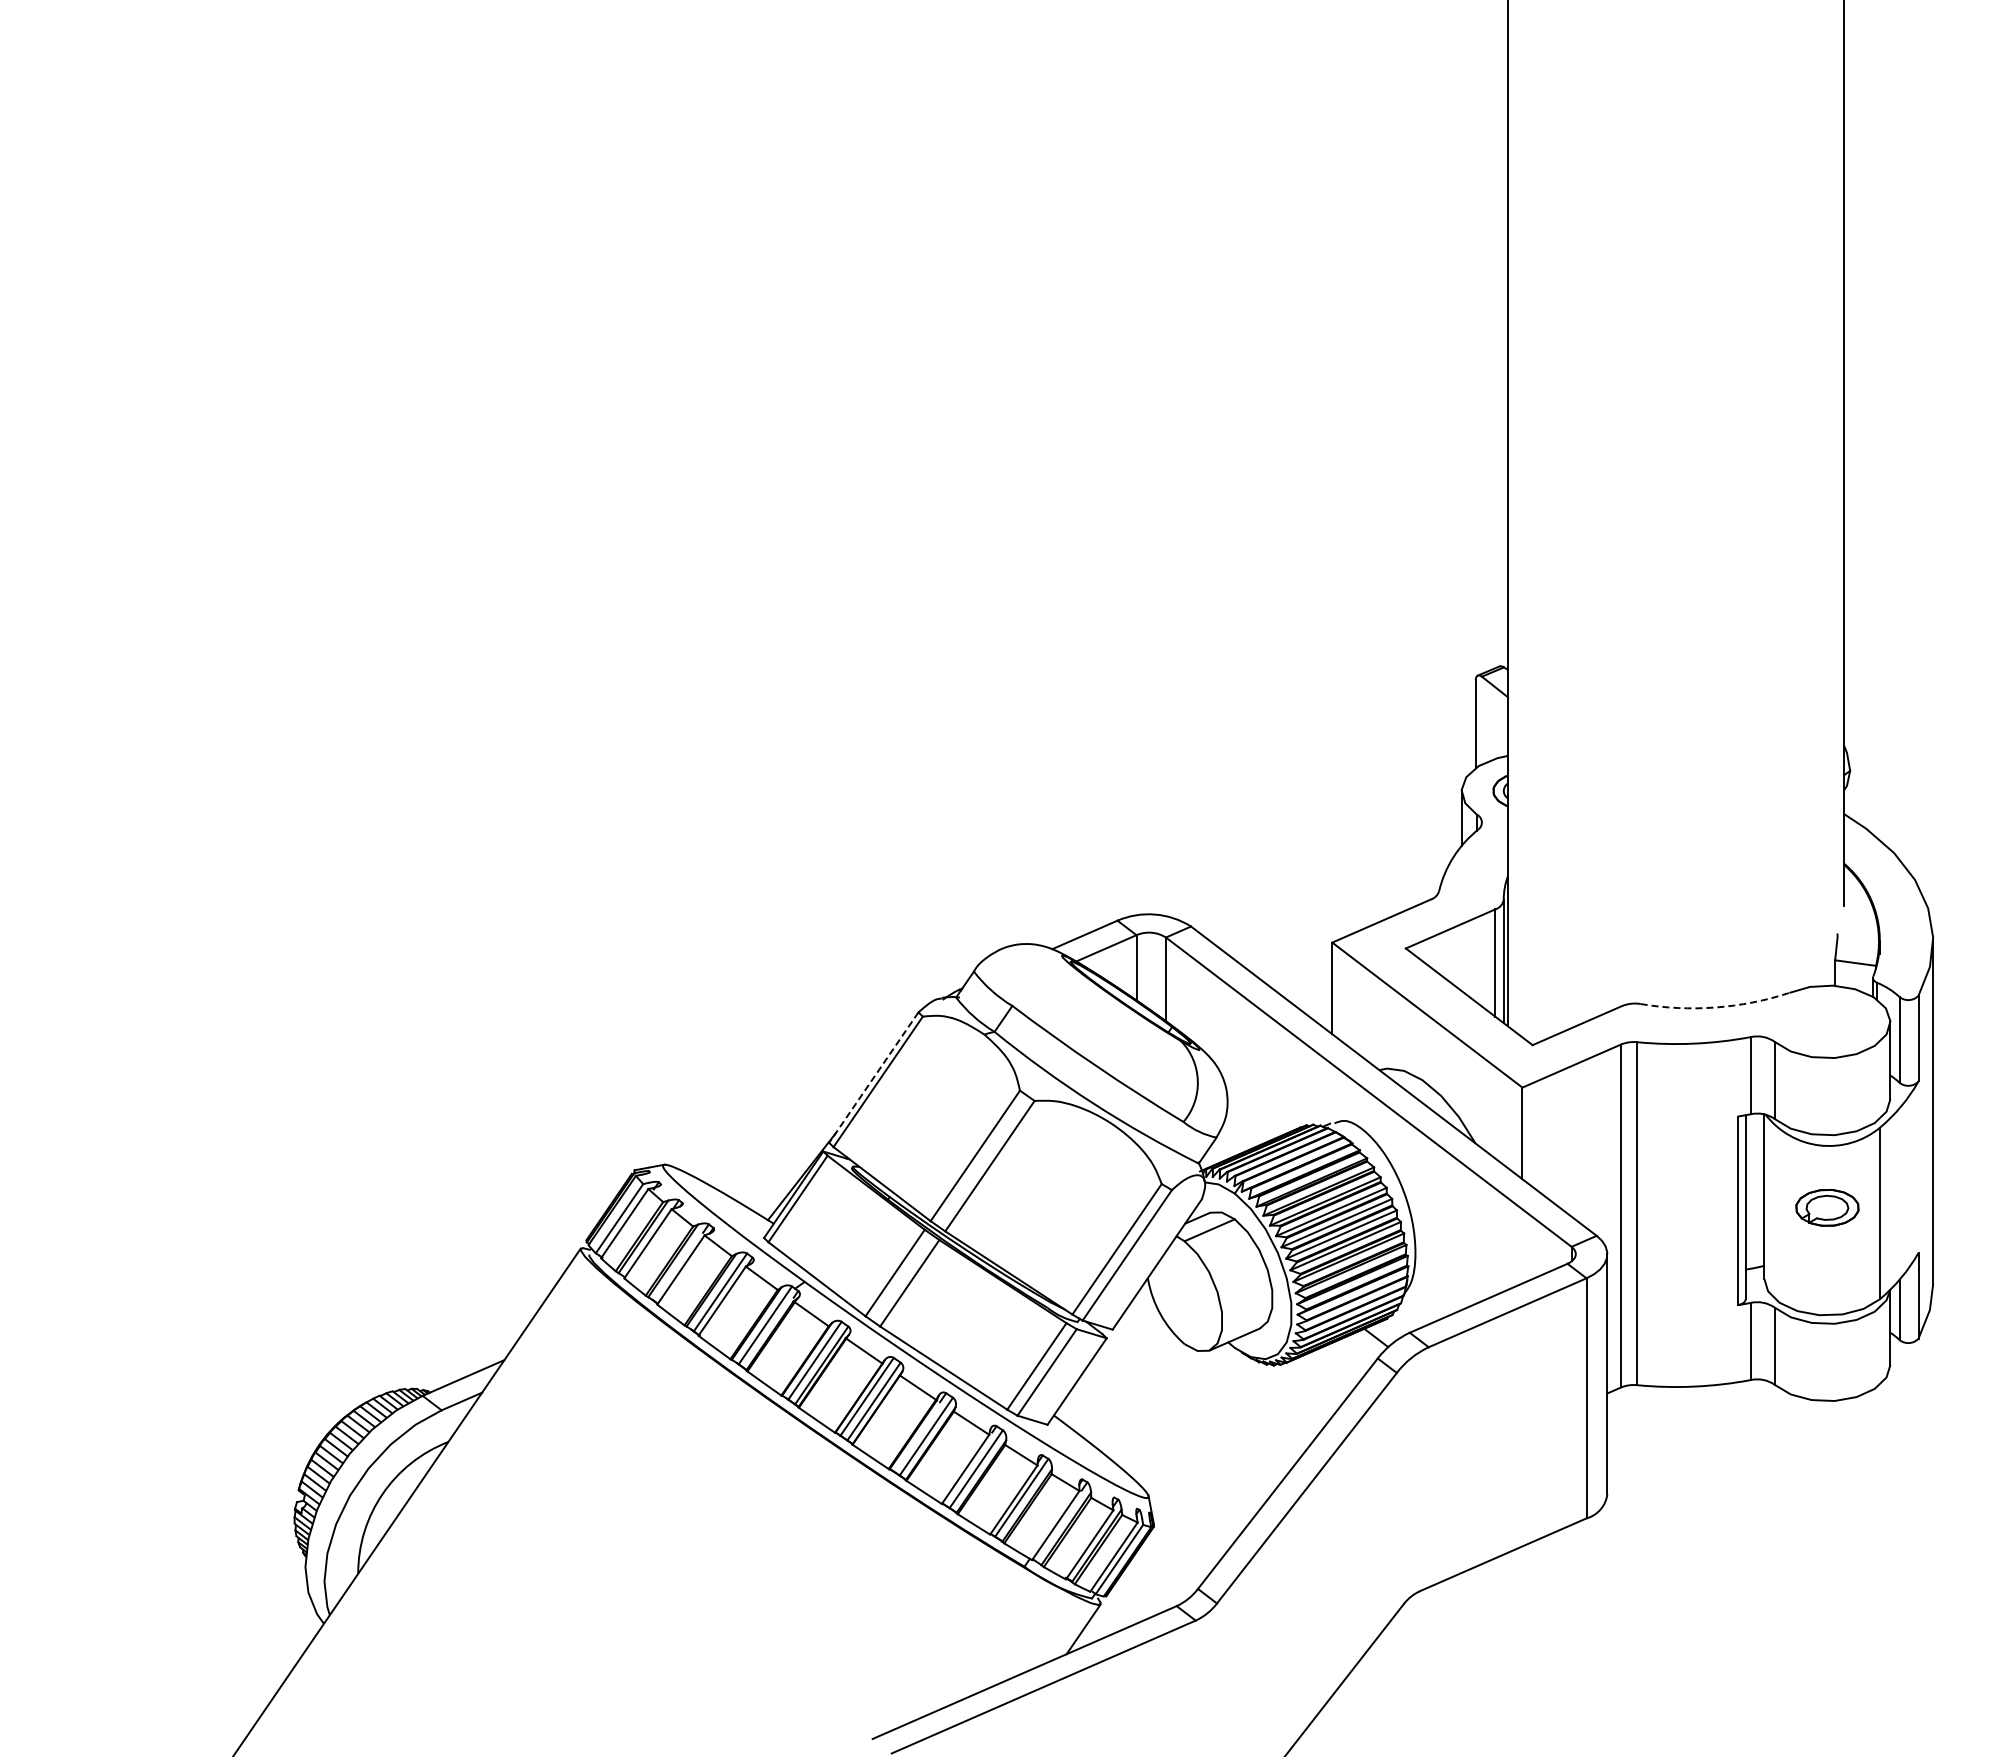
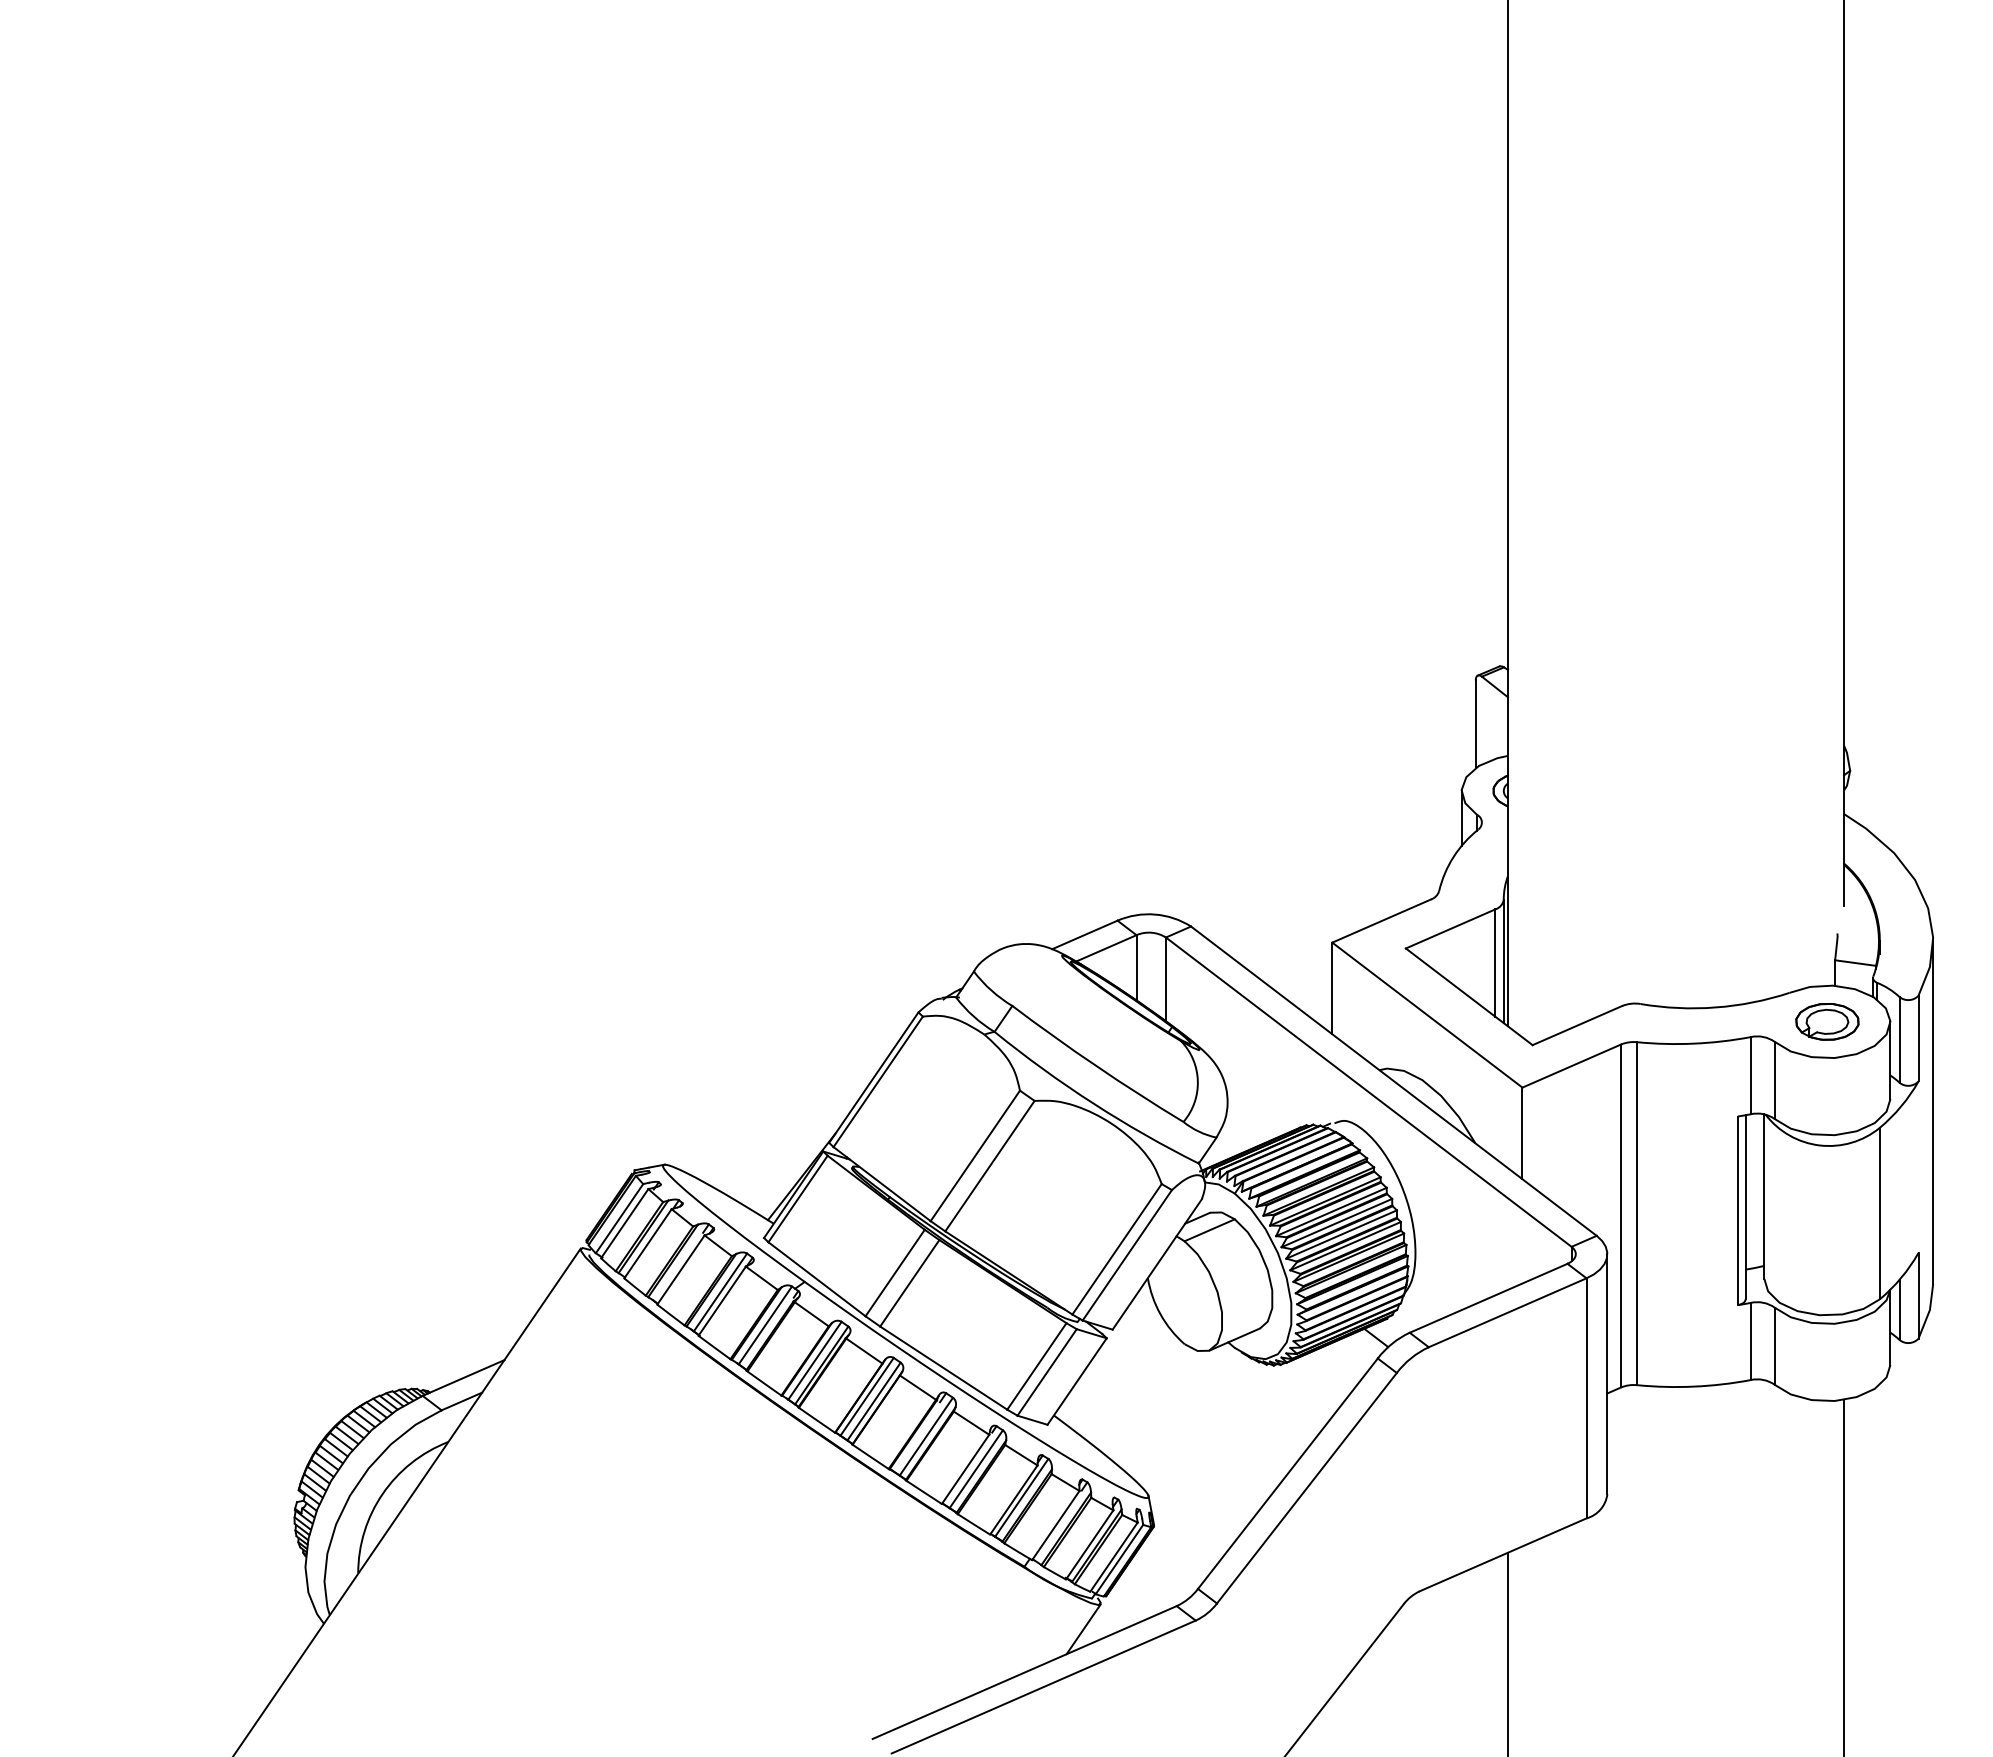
arc at (1715, 1007): dashed -> solid
line at (873, 1078): dashed -> solid
part at (1827, 1207) position: (1827, 1207) -> (1827, 1021)
line at (1844, 1576): none -> present
line at (1508, 1652): none -> present
